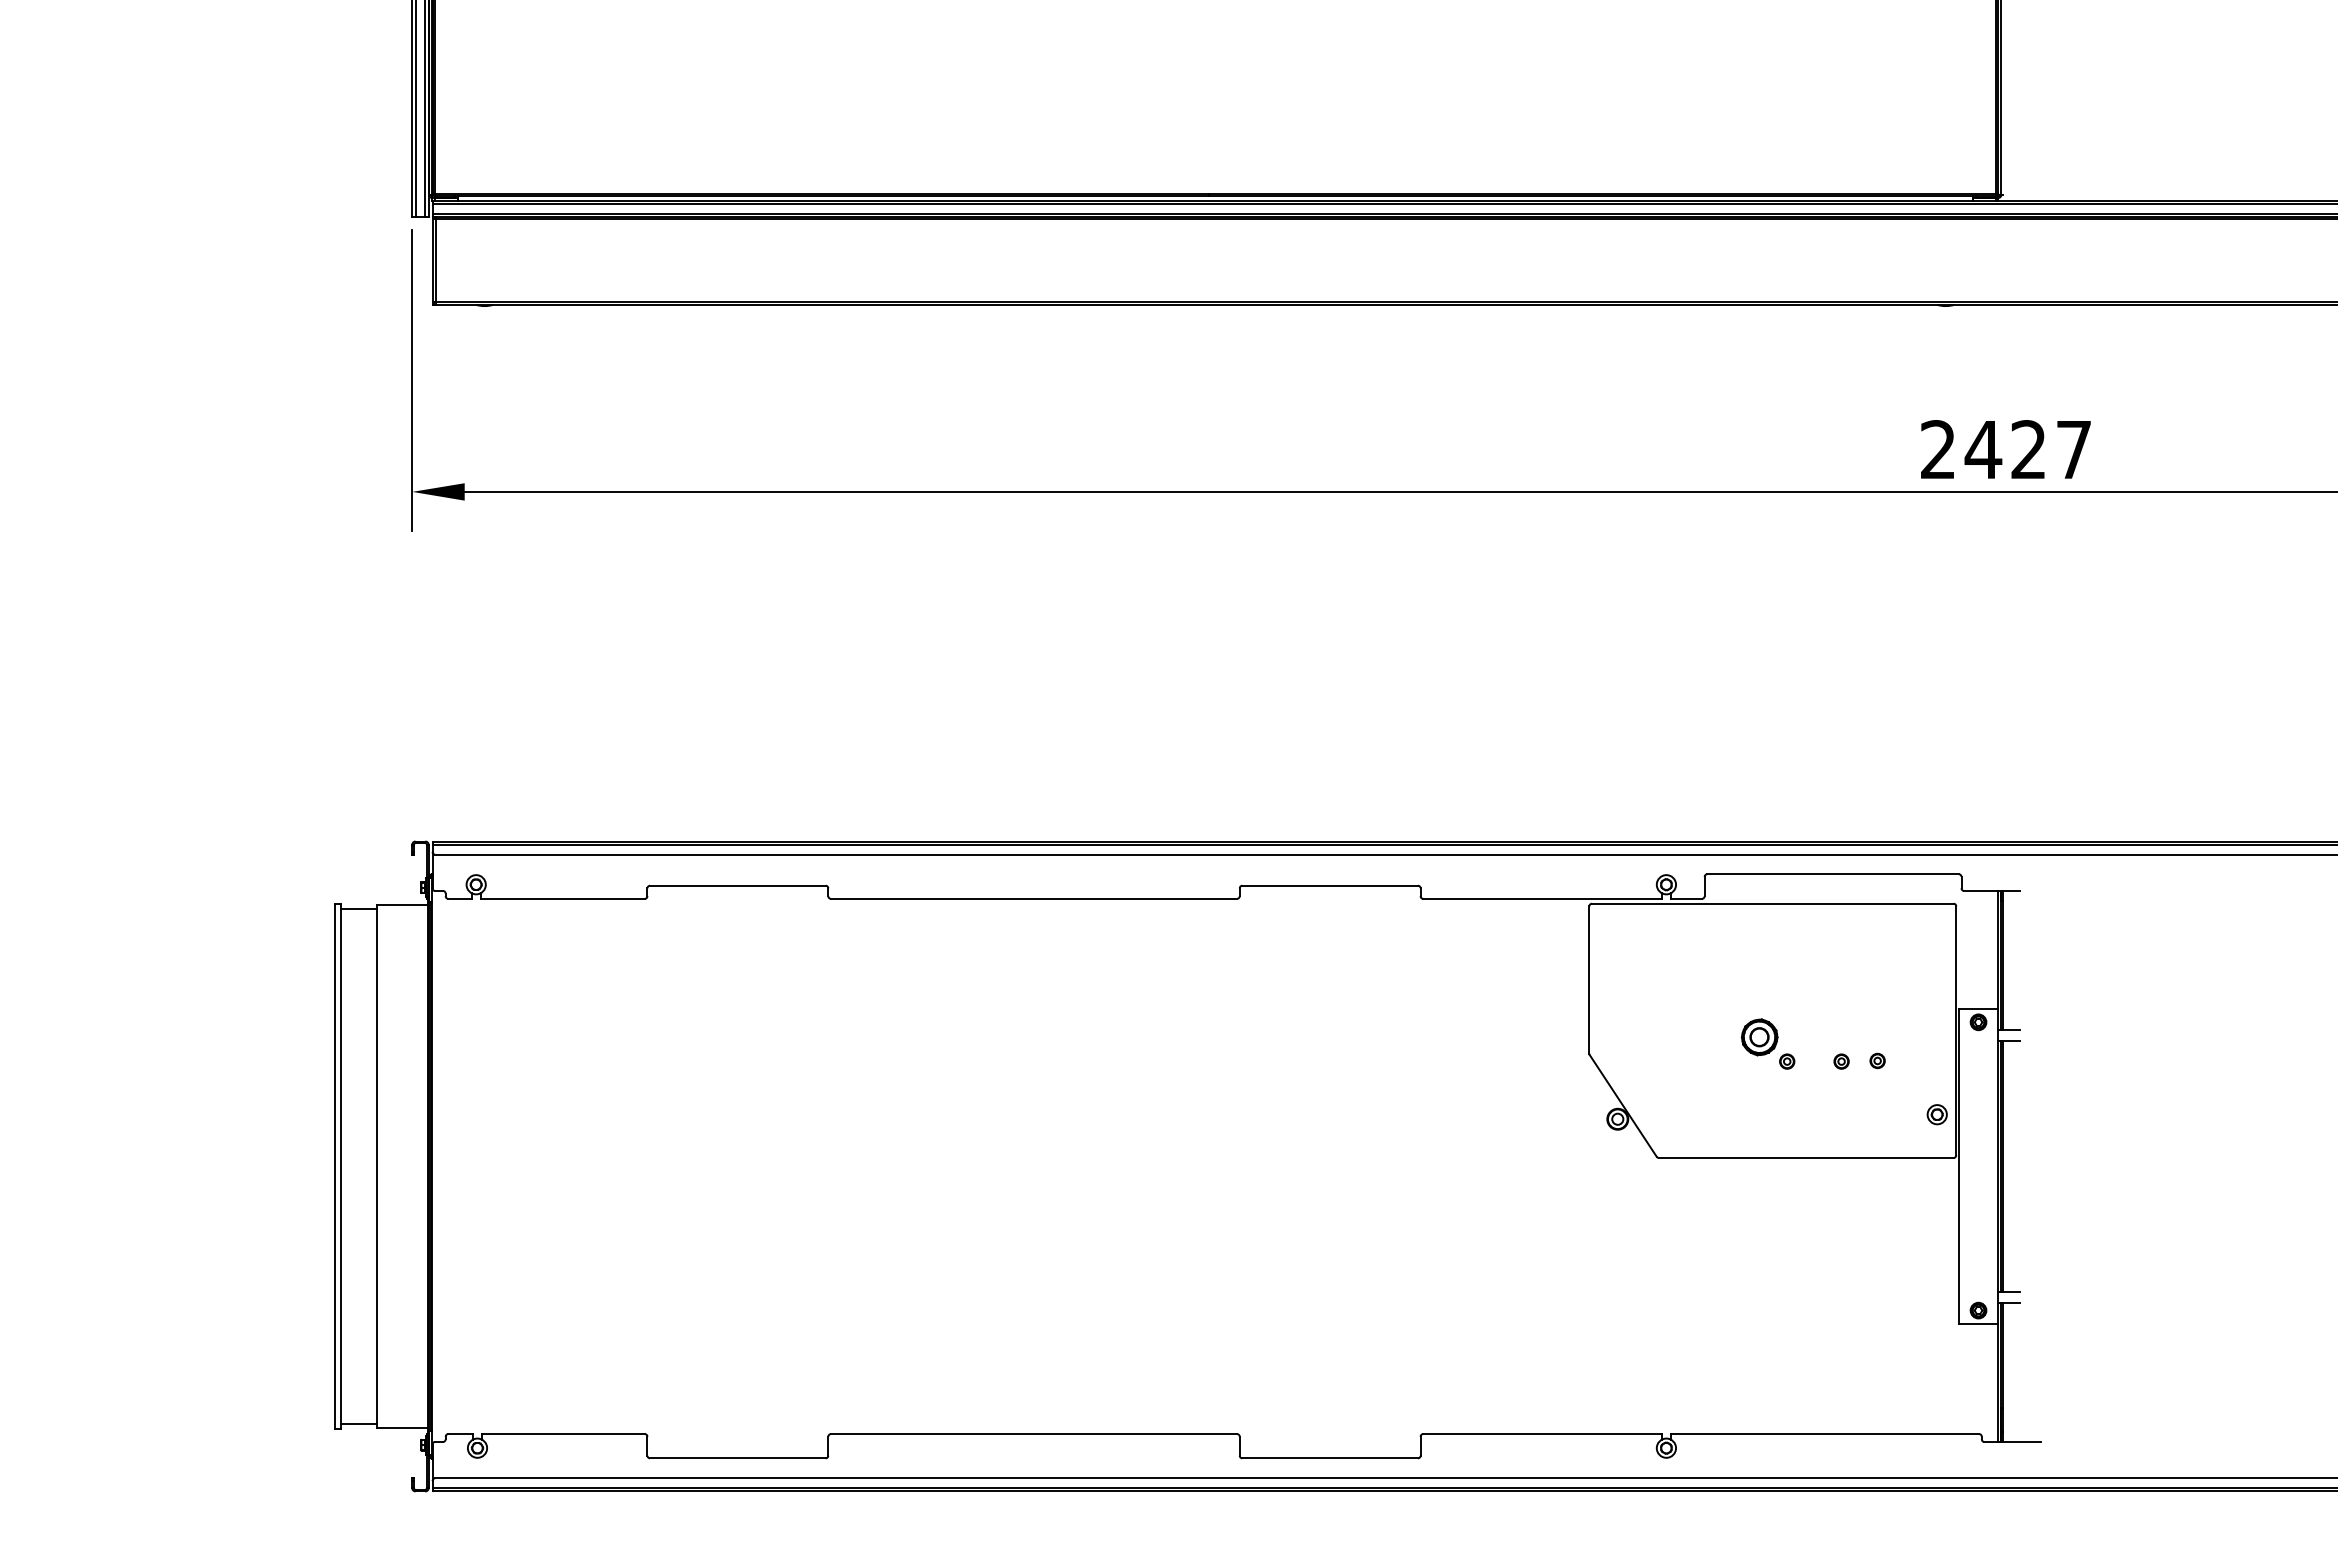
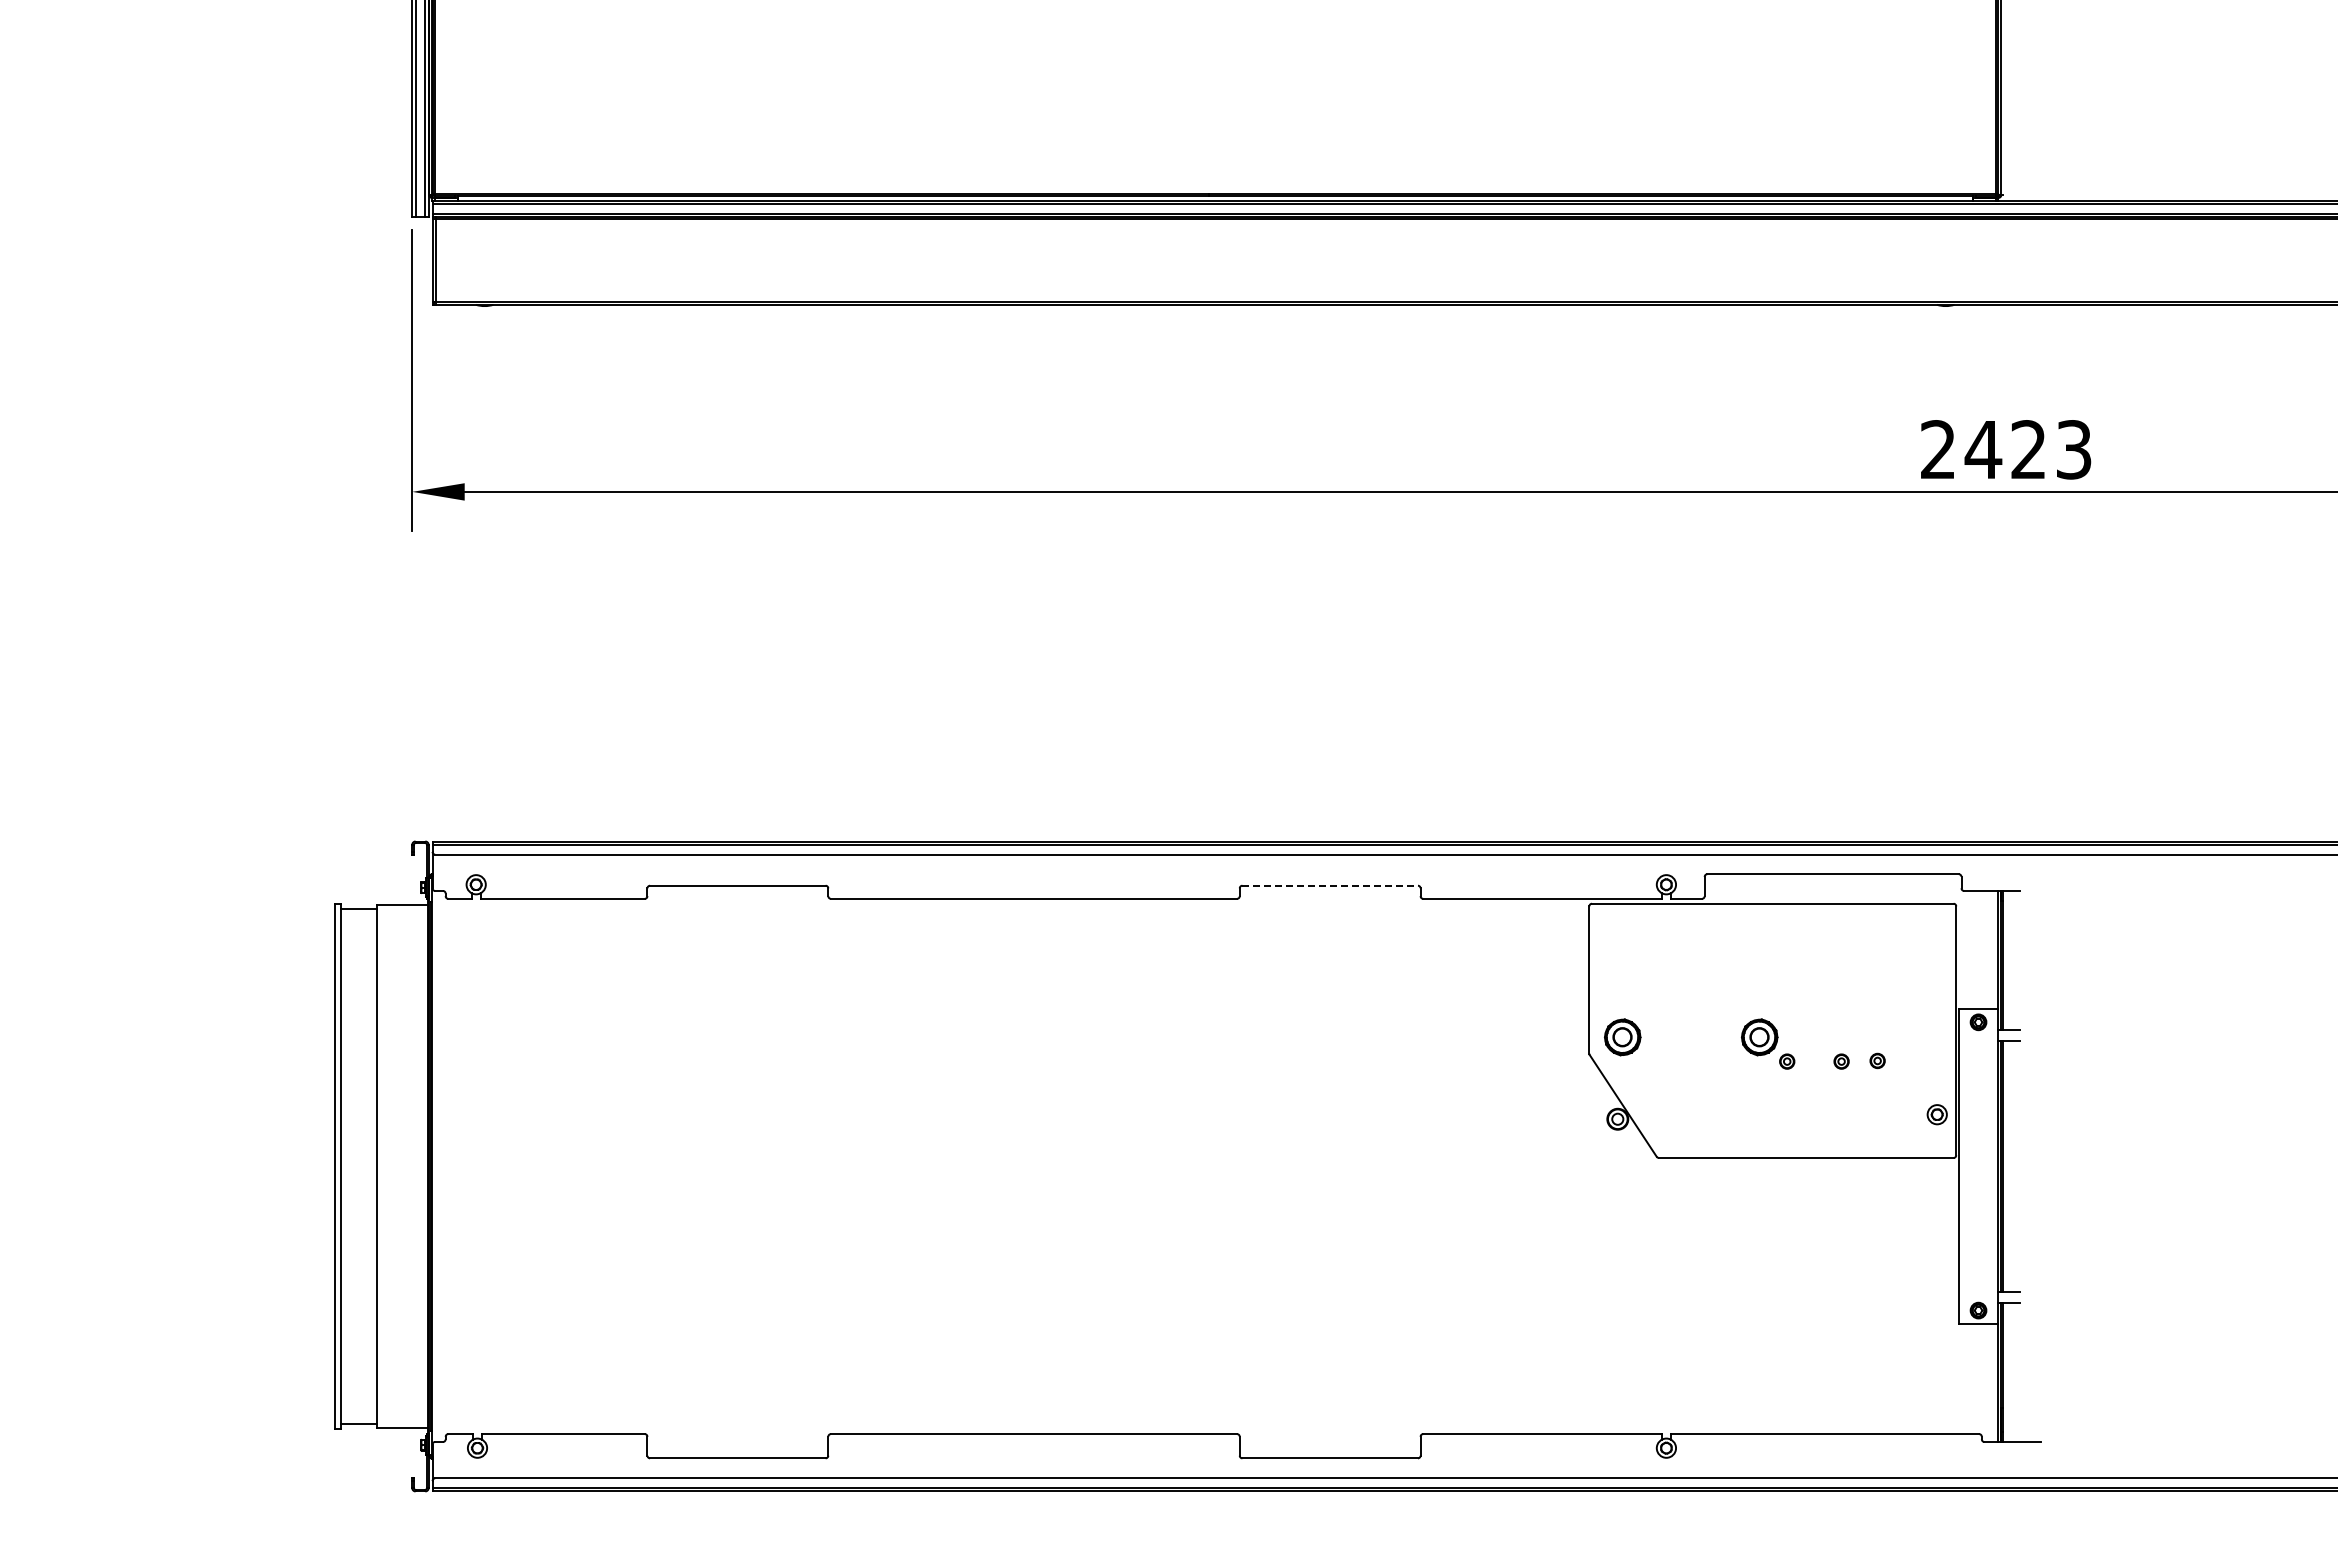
text at (2074, 449): 2427 -> 2423
line at (1330, 885): solid -> dashed
part at (1622, 1037): none -> present
